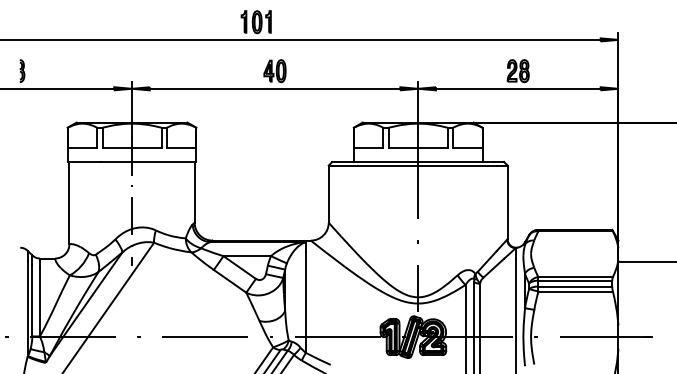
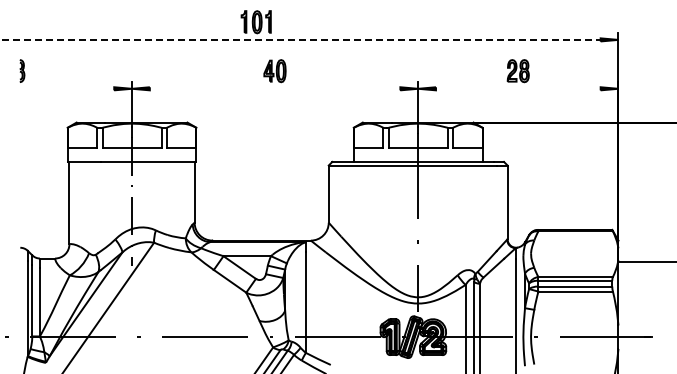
line at (300, 39): solid -> dashed
line at (58, 88): present -> none
line at (274, 88): present -> none
line at (517, 88): present -> none
